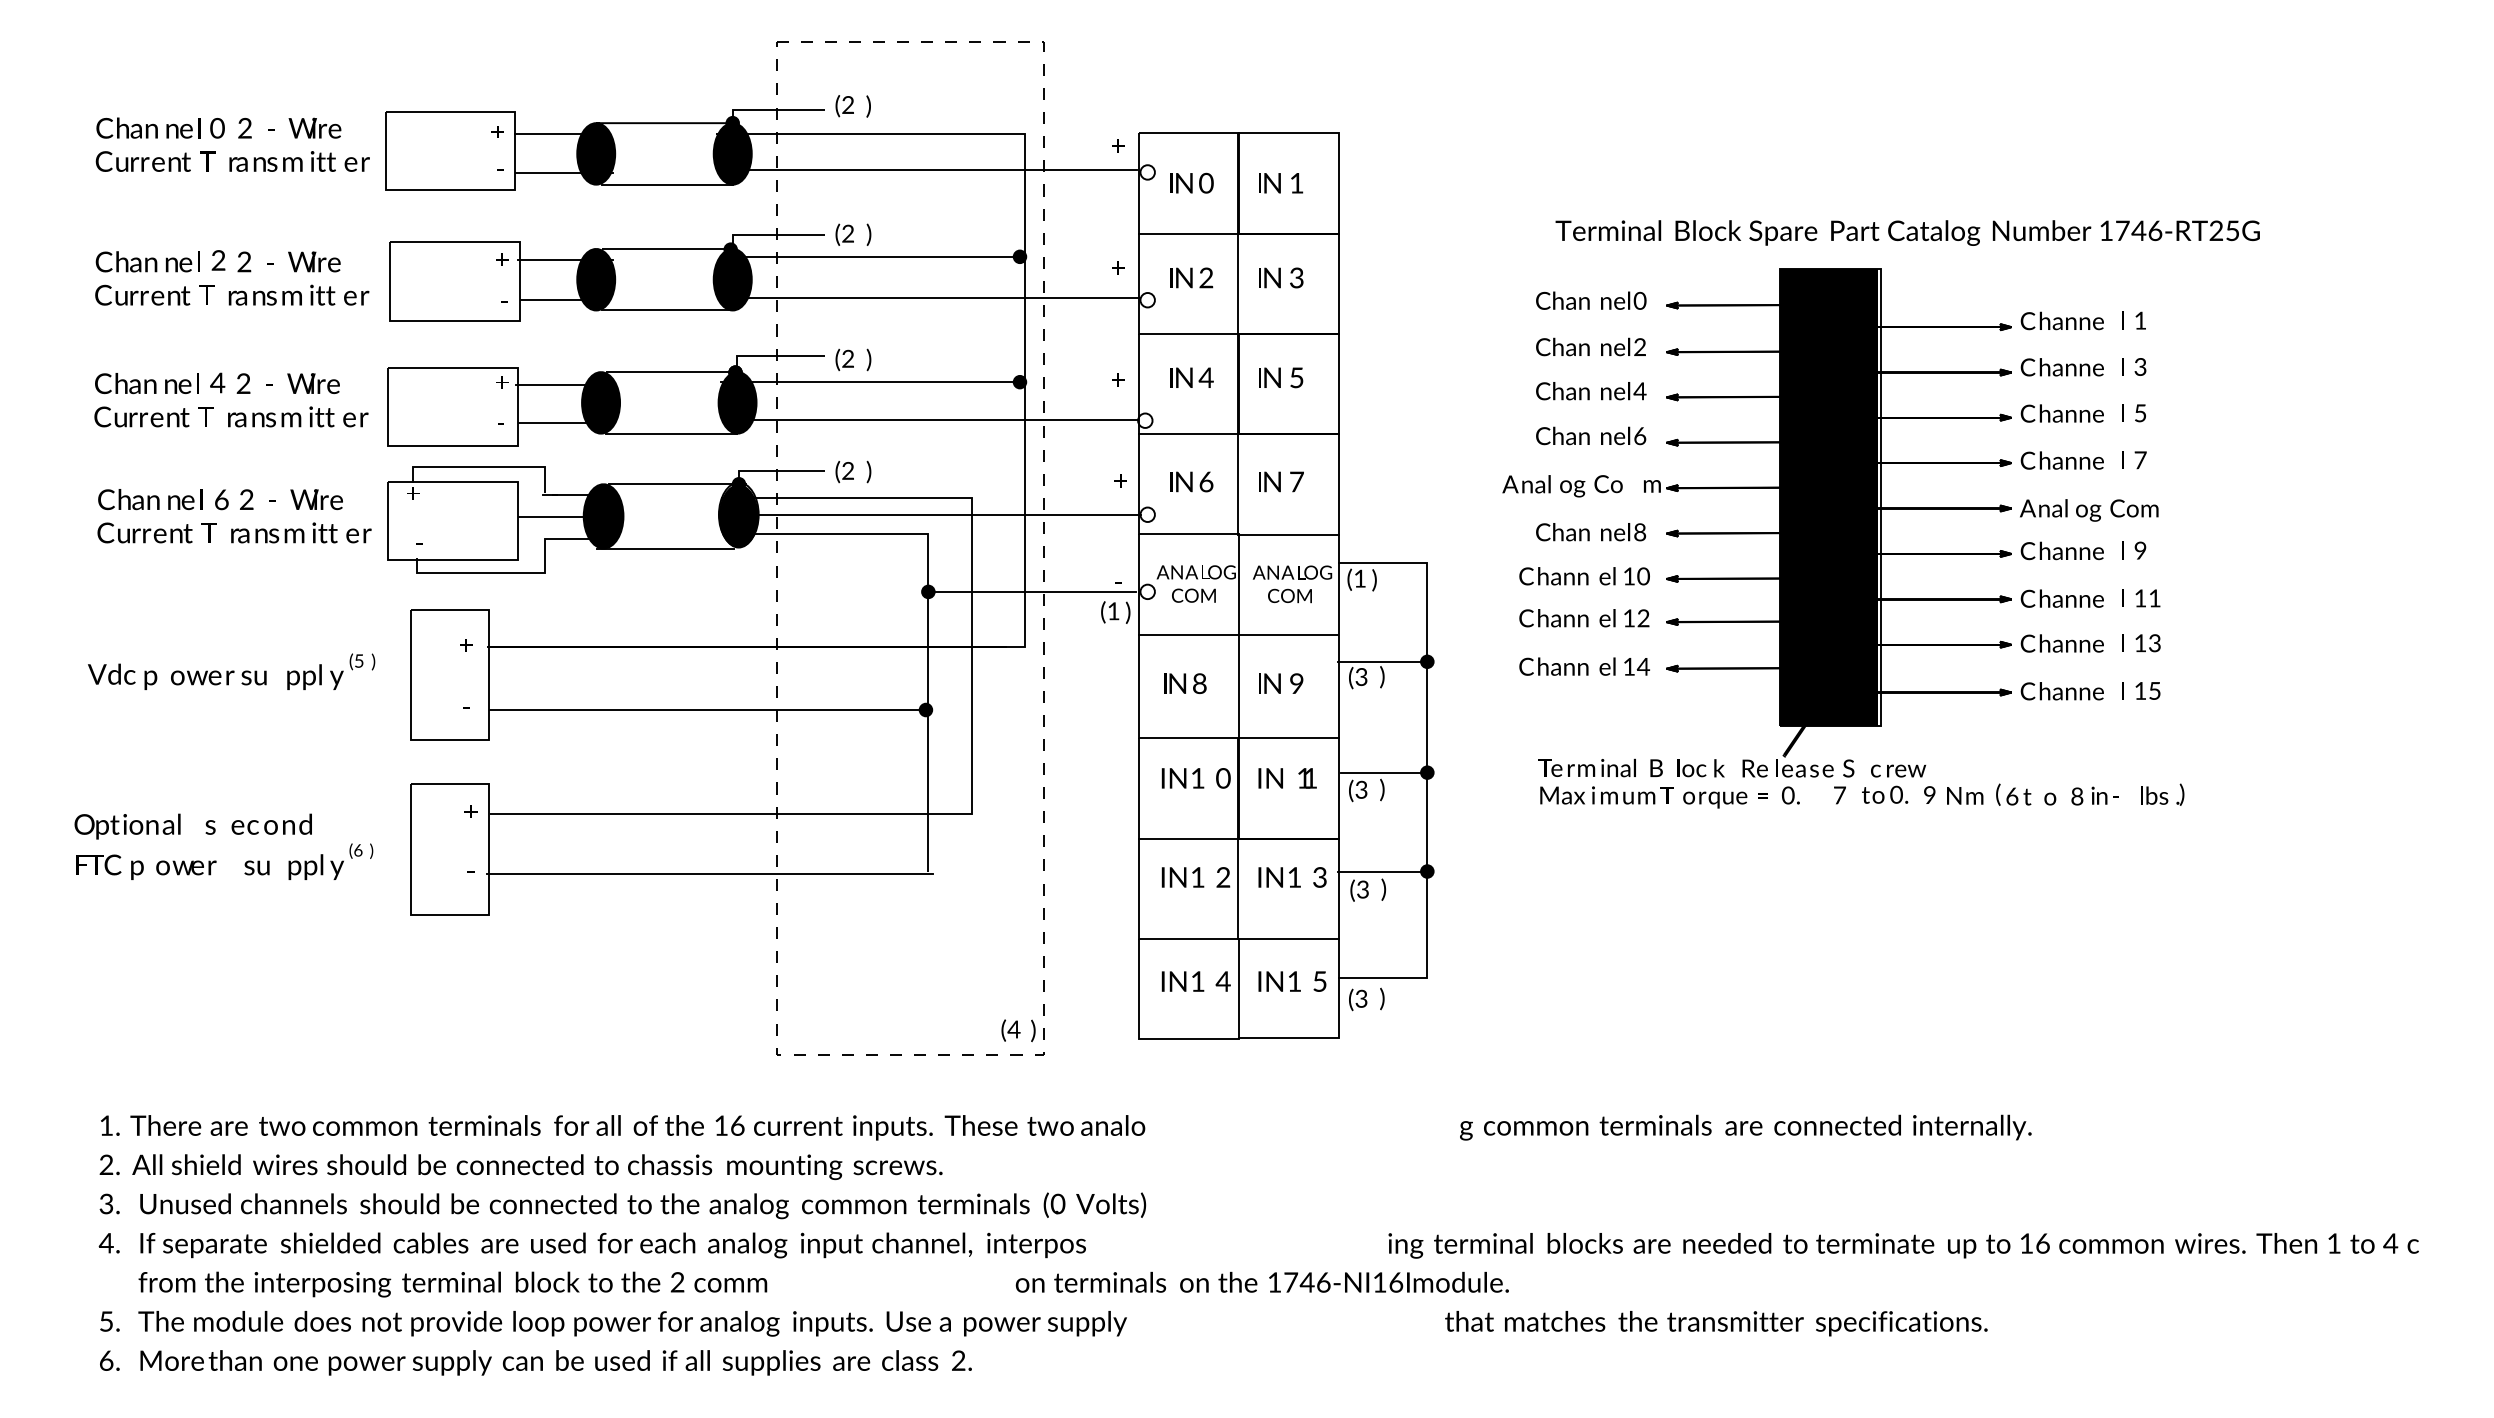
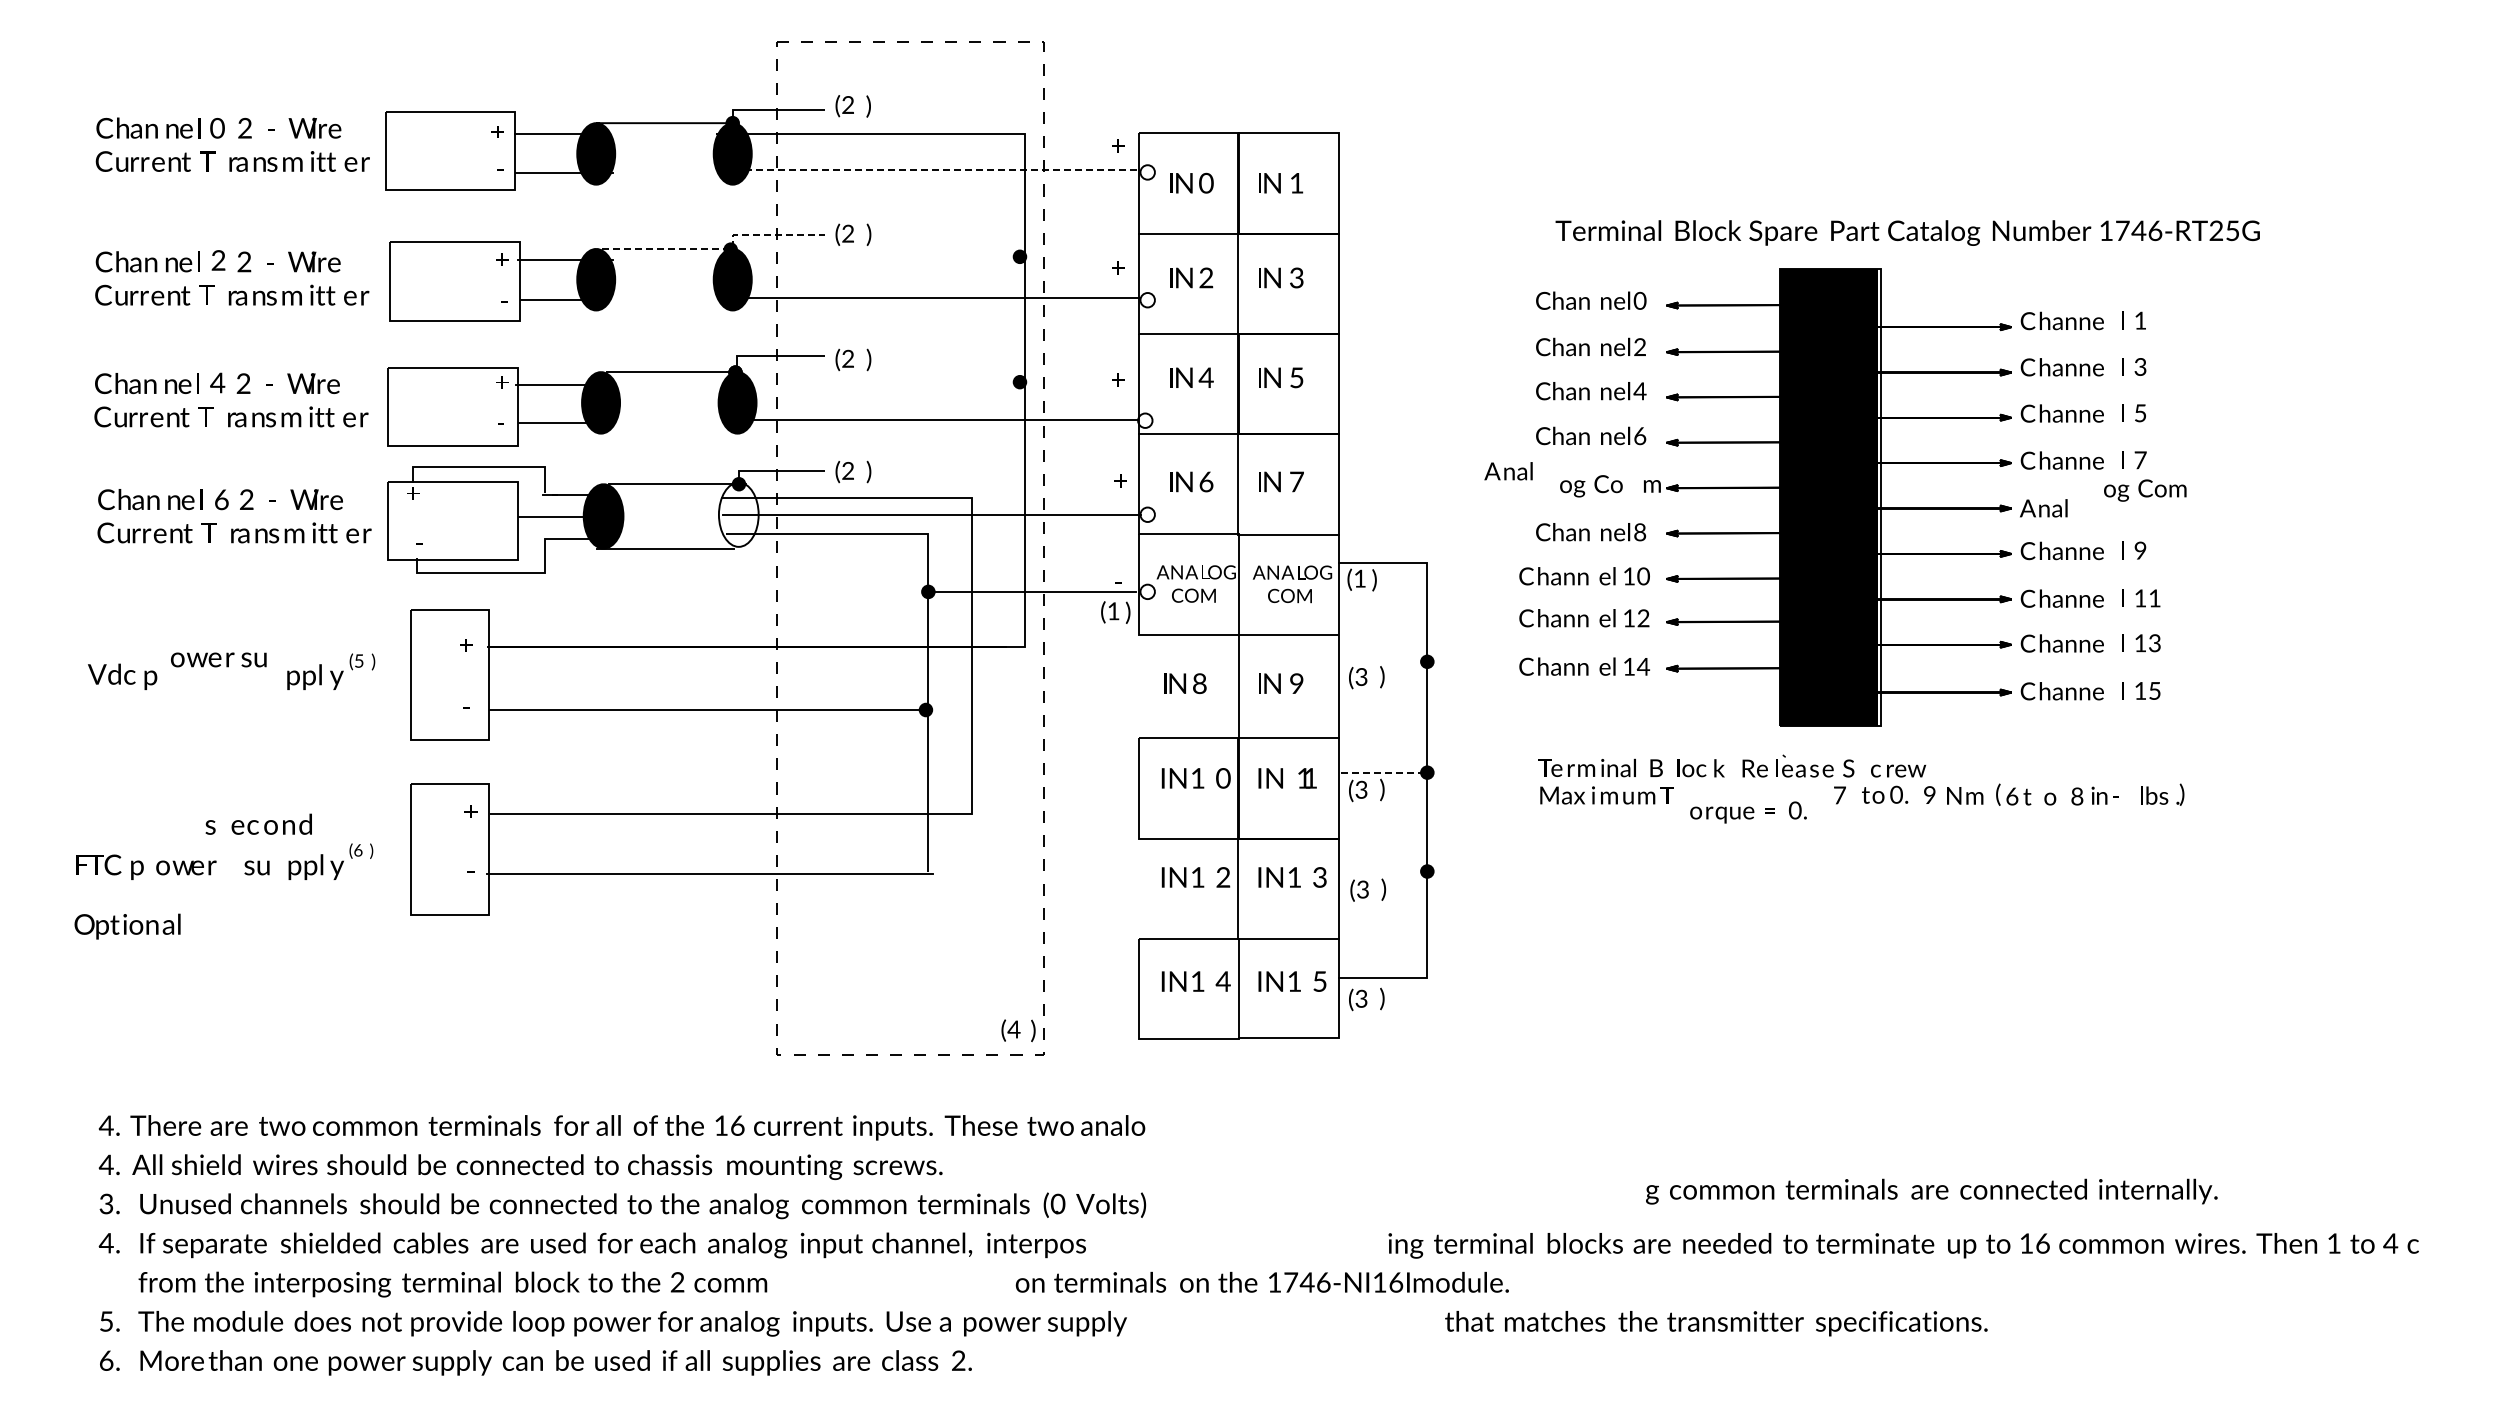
line at (927, 170): solid -> dashed
line at (666, 184): present -> none
line at (720, 248): solid -> dashed
line at (875, 256): present -> none
line at (666, 310): present -> none
line at (868, 382): present -> none
line at (671, 433): present -> none
text at (1526, 484) position: (1526, 484) -> (1508, 471)
text at (2117, 510) position: (2117, 510) -> (2145, 490)
fill at (738, 516): present -> none
line at (1382, 661): present -> none
text at (218, 677) position: (218, 677) -> (218, 659)
line at (1138, 686): present -> none
fill at (1796, 737): present -> none
line at (1384, 772): solid -> dashed
text at (1741, 797) position: (1741, 797) -> (1748, 812)
text at (127, 826) position: (127, 826) -> (127, 926)
line at (1381, 871): present -> none
line at (1138, 888): present -> none
text at (105, 1125): 1. -> 4.
text at (1745, 1127) position: (1745, 1127) -> (1931, 1191)
text at (105, 1164): 2. -> 4.
